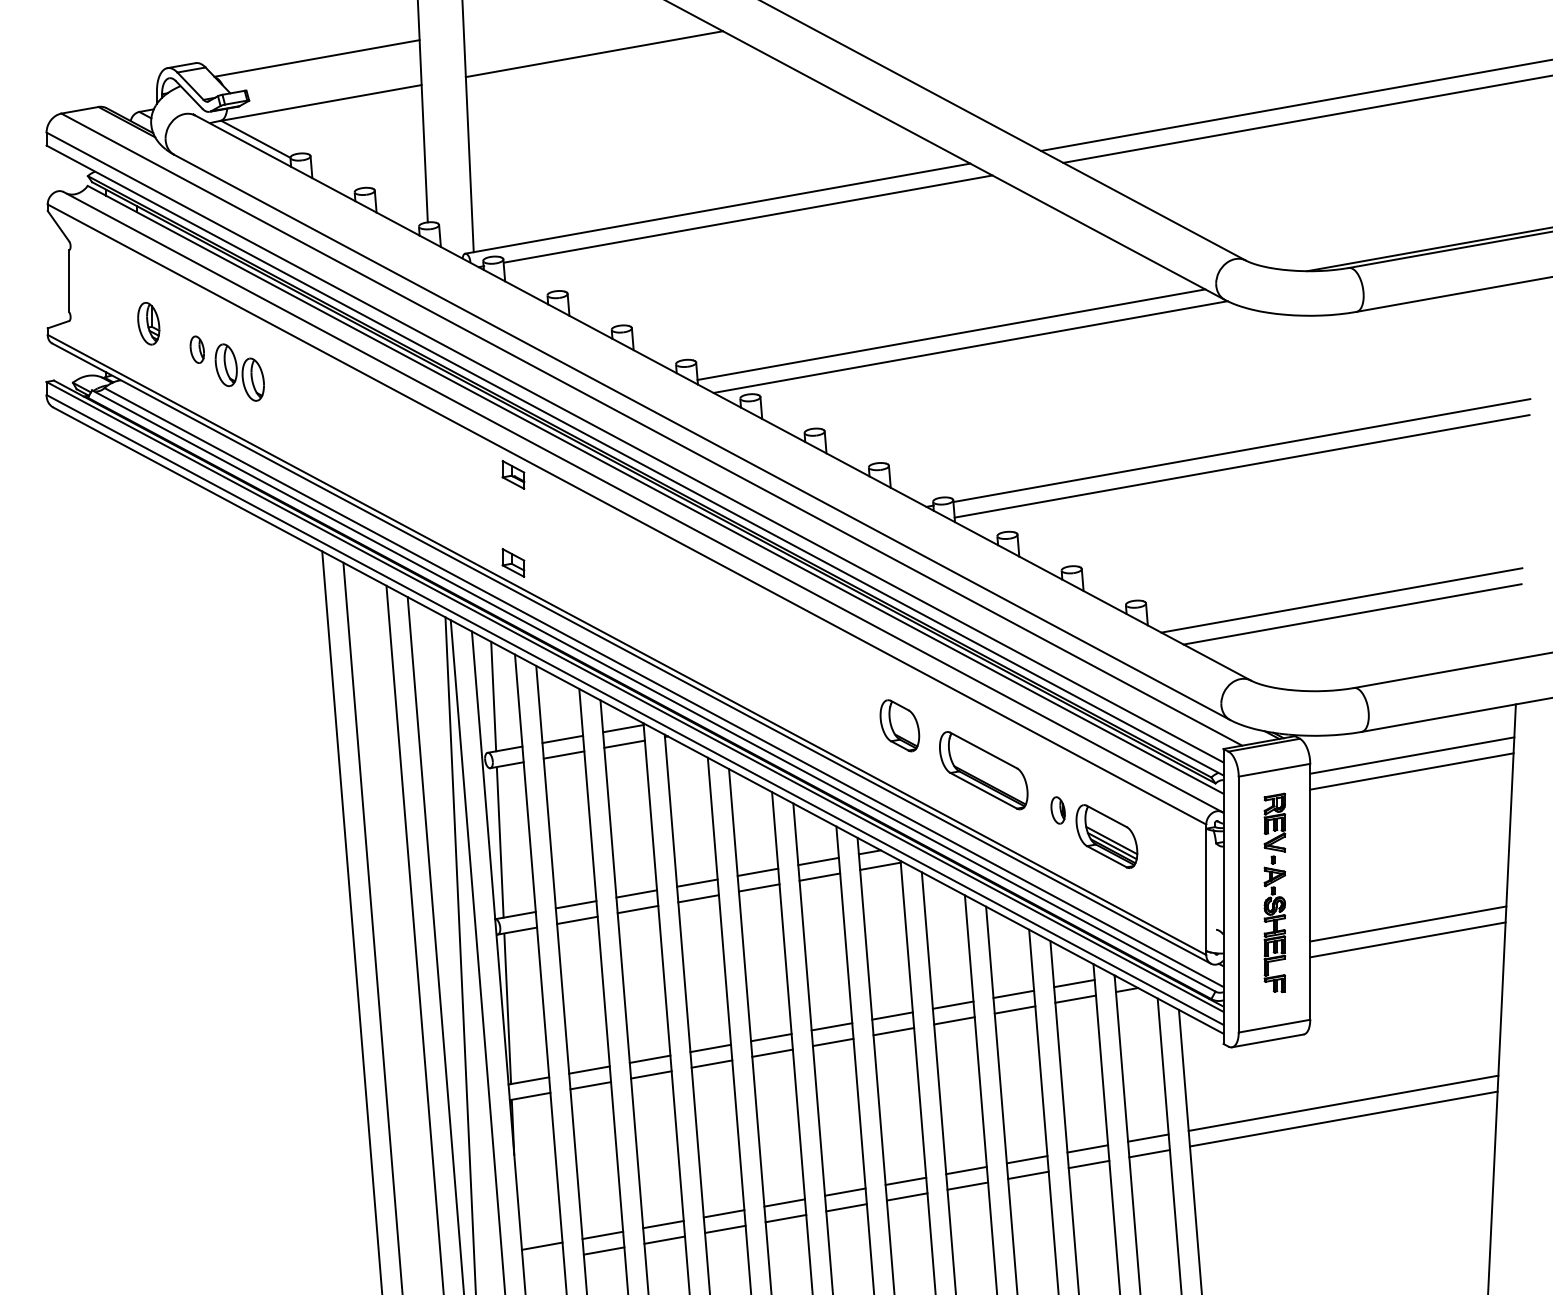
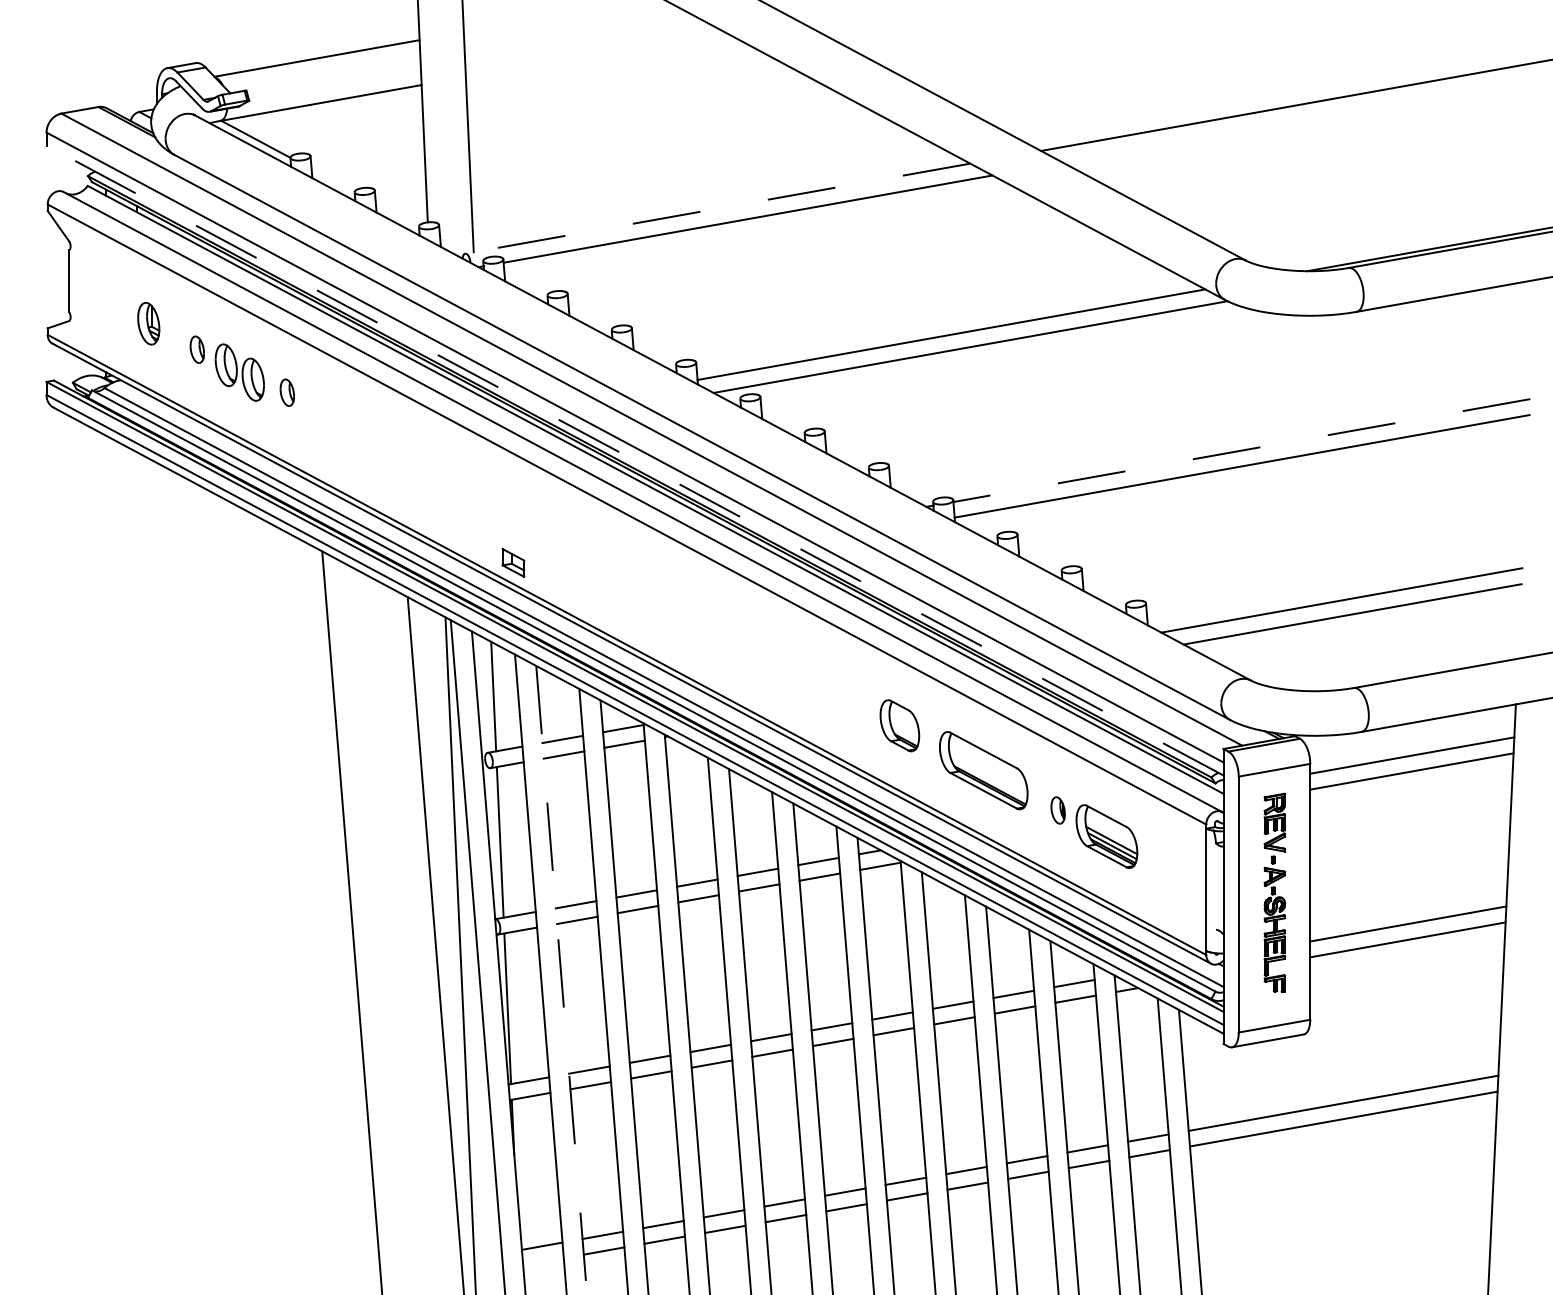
line at (594, 54): present -> none
line at (1306, 119): present -> none
line at (717, 208): solid -> dashed
part at (286, 392): none -> present
line at (1241, 450): solid -> dashed
line at (634, 460): solid -> dashed
part at (513, 474): present -> none
line at (372, 926): present -> none
line at (414, 938): present -> none
line at (561, 980): solid -> dashed
